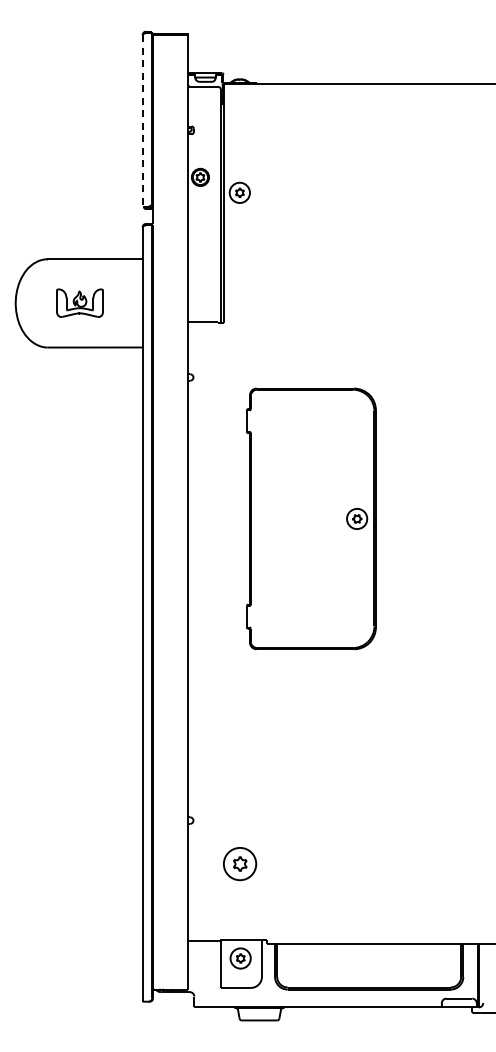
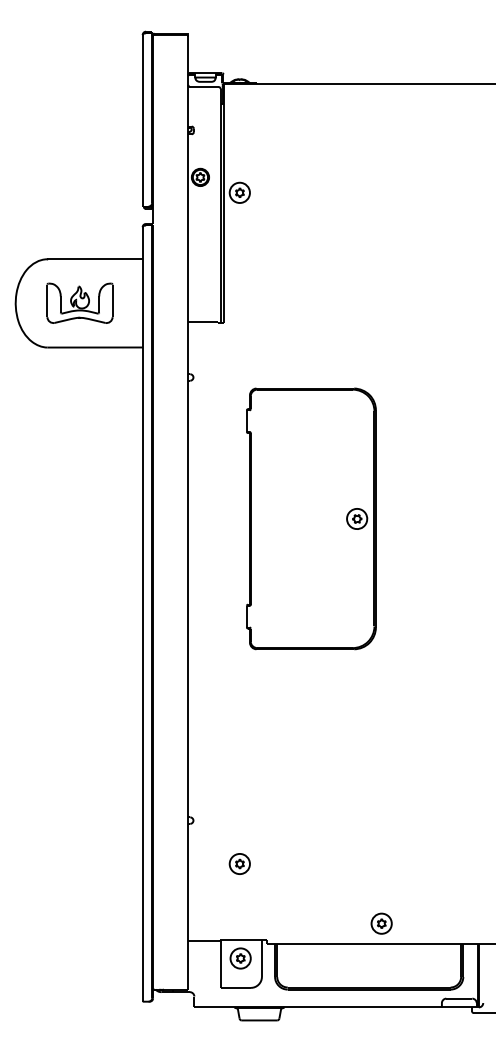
line at (142, 120): dashed -> solid
part at (79, 302) size: 48x30 px -> 68x42 px
part at (240, 864) size: 35x35 px -> 23x22 px
part at (381, 923): none -> present
